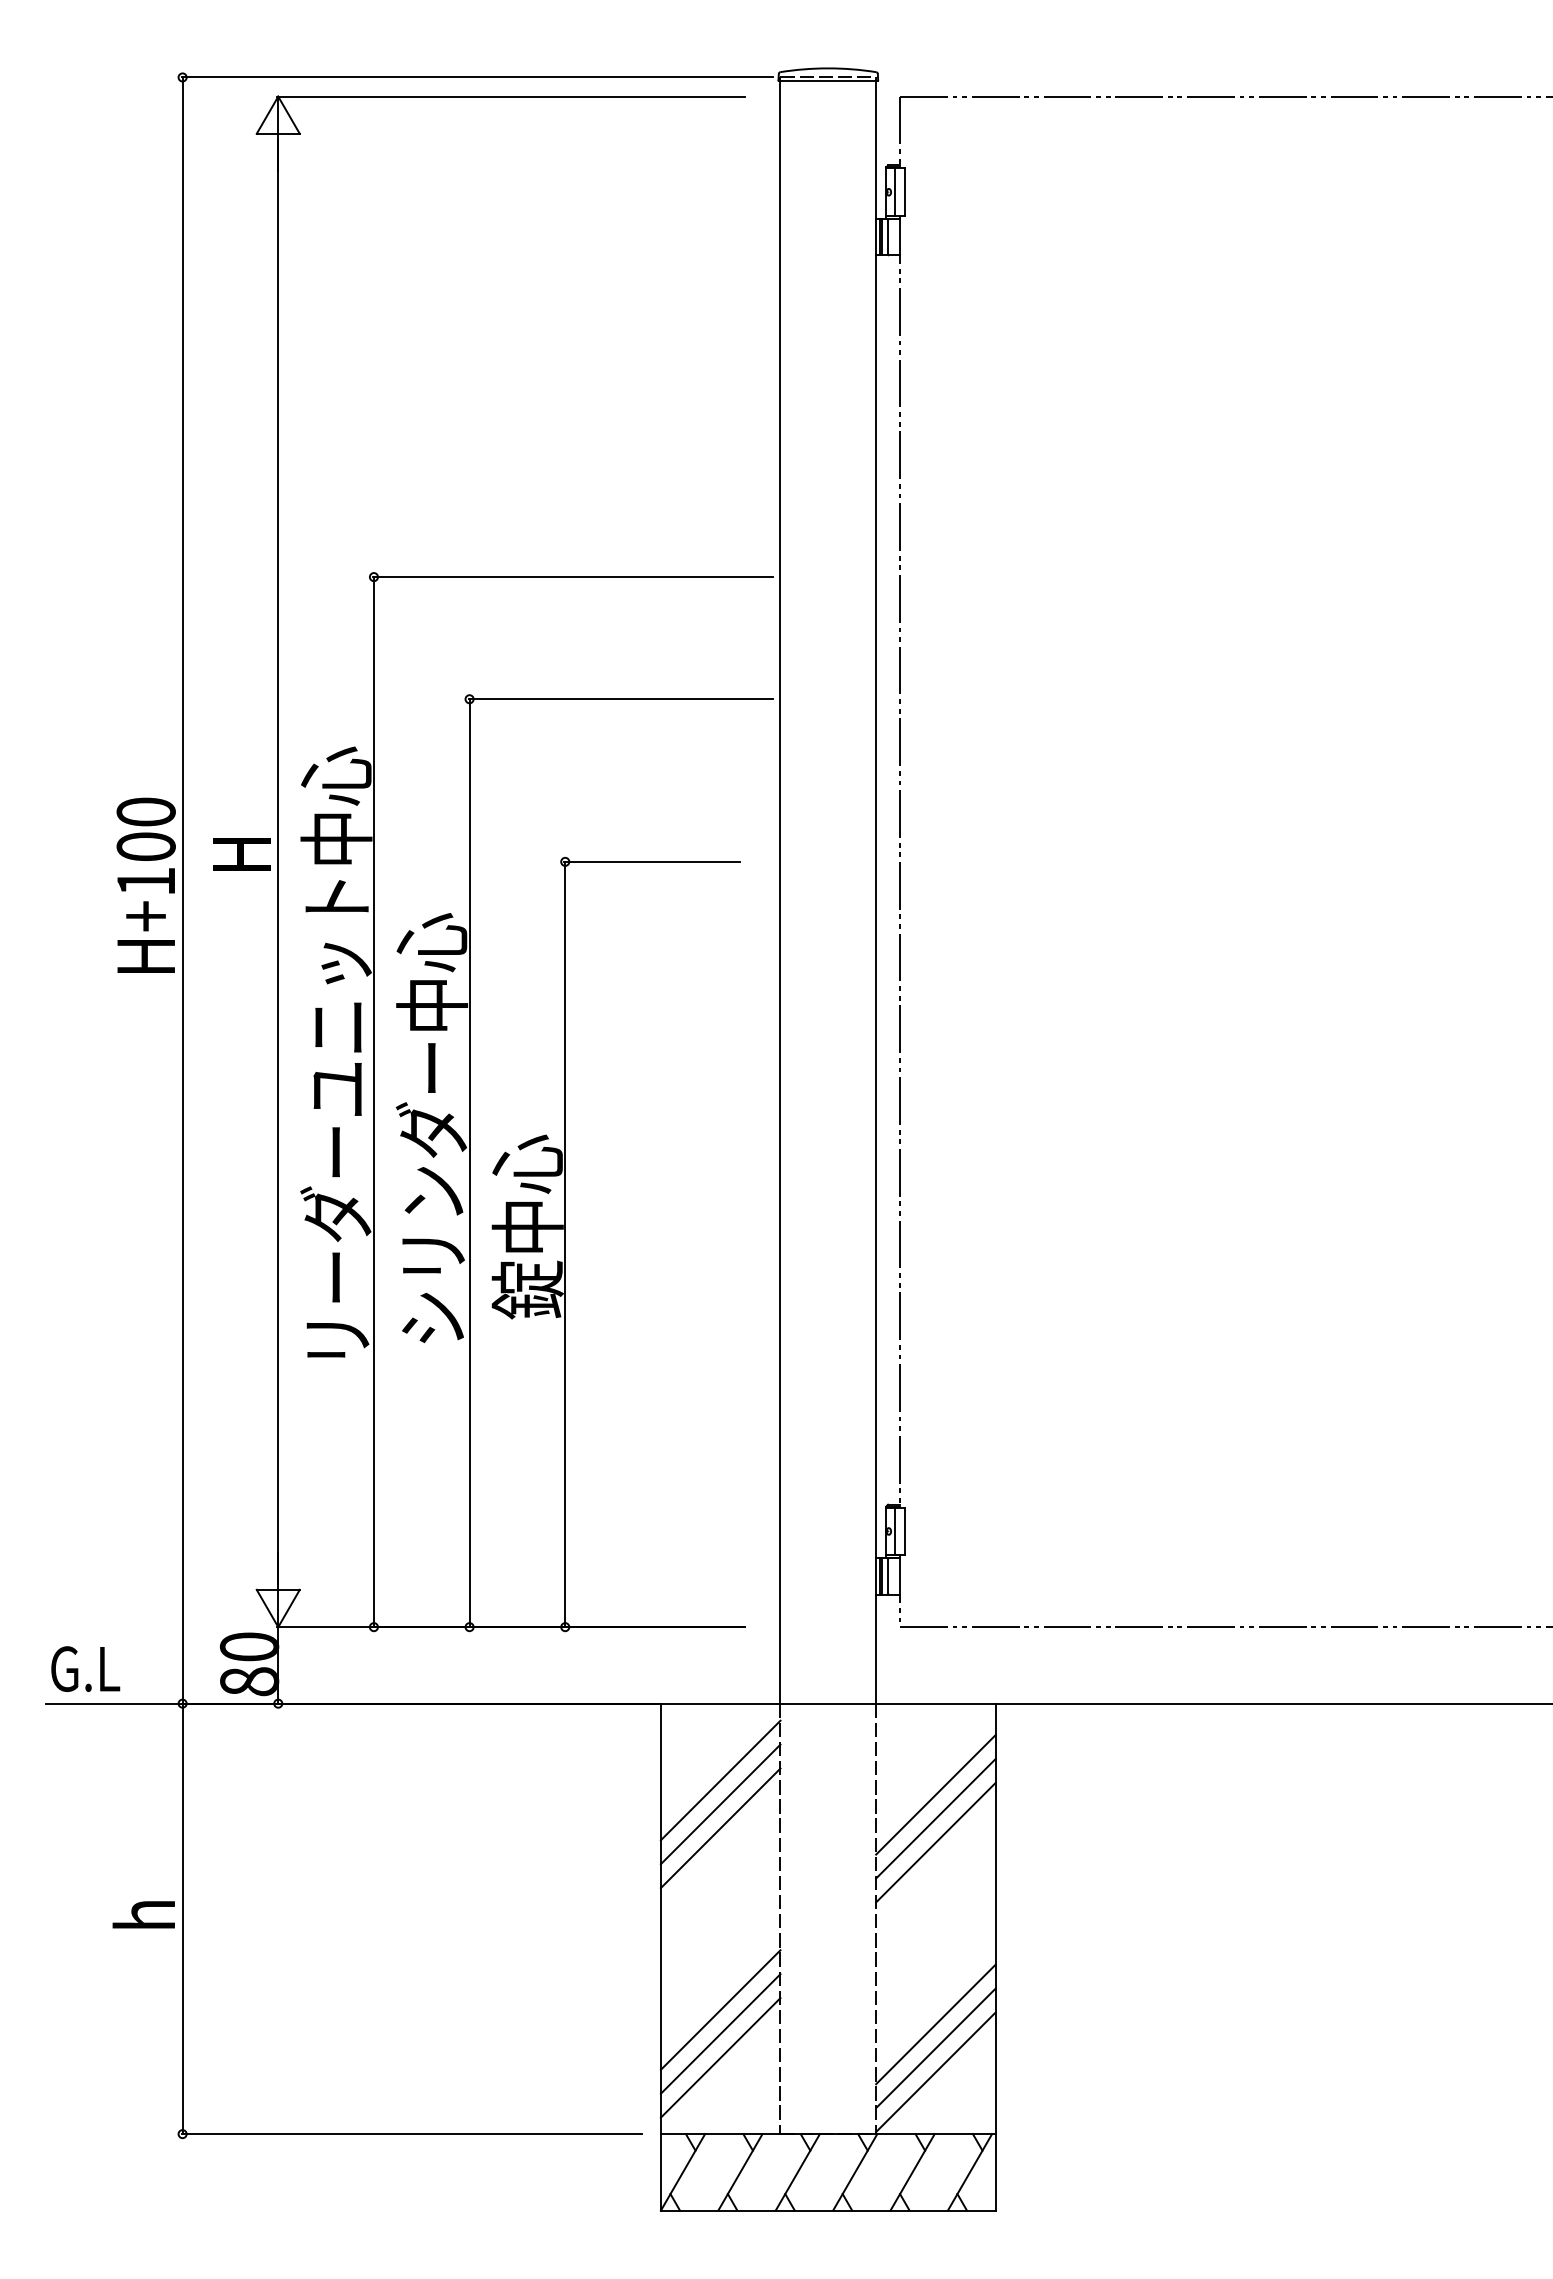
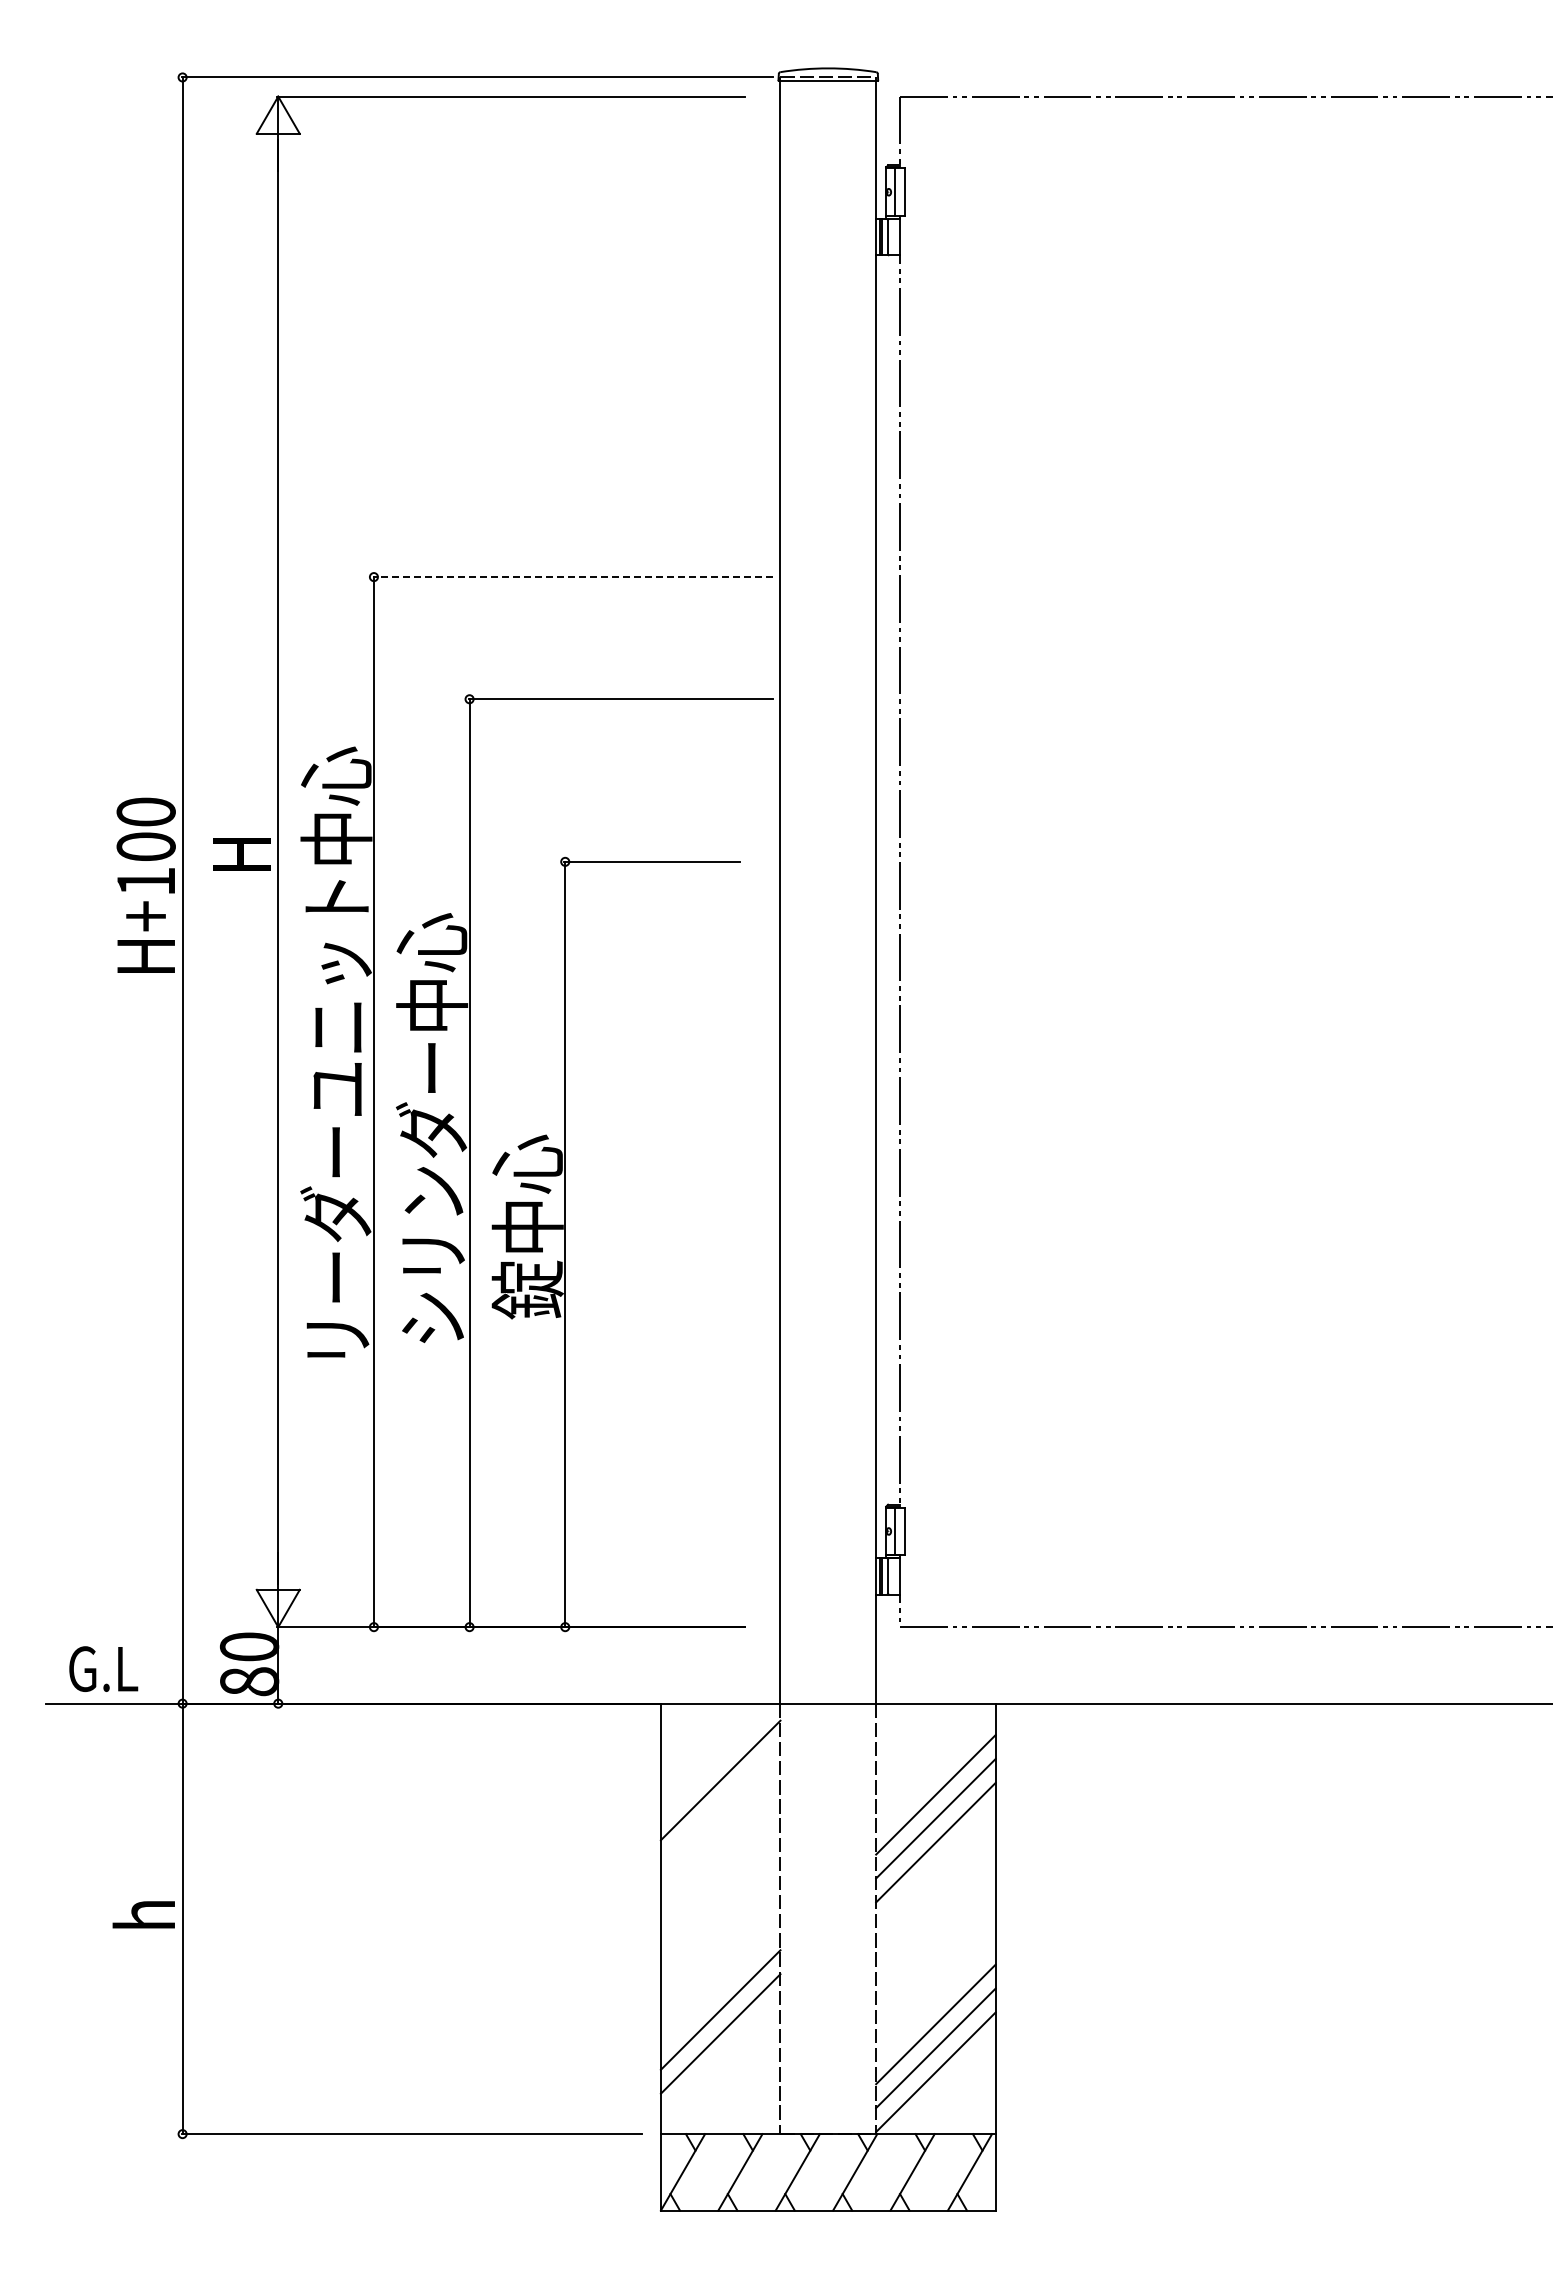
line at (572, 577): solid -> dashed
text at (85, 1668) position: (85, 1668) -> (103, 1668)
line at (720, 1804): present -> none
line at (720, 1828): present -> none
line at (720, 2057): present -> none
